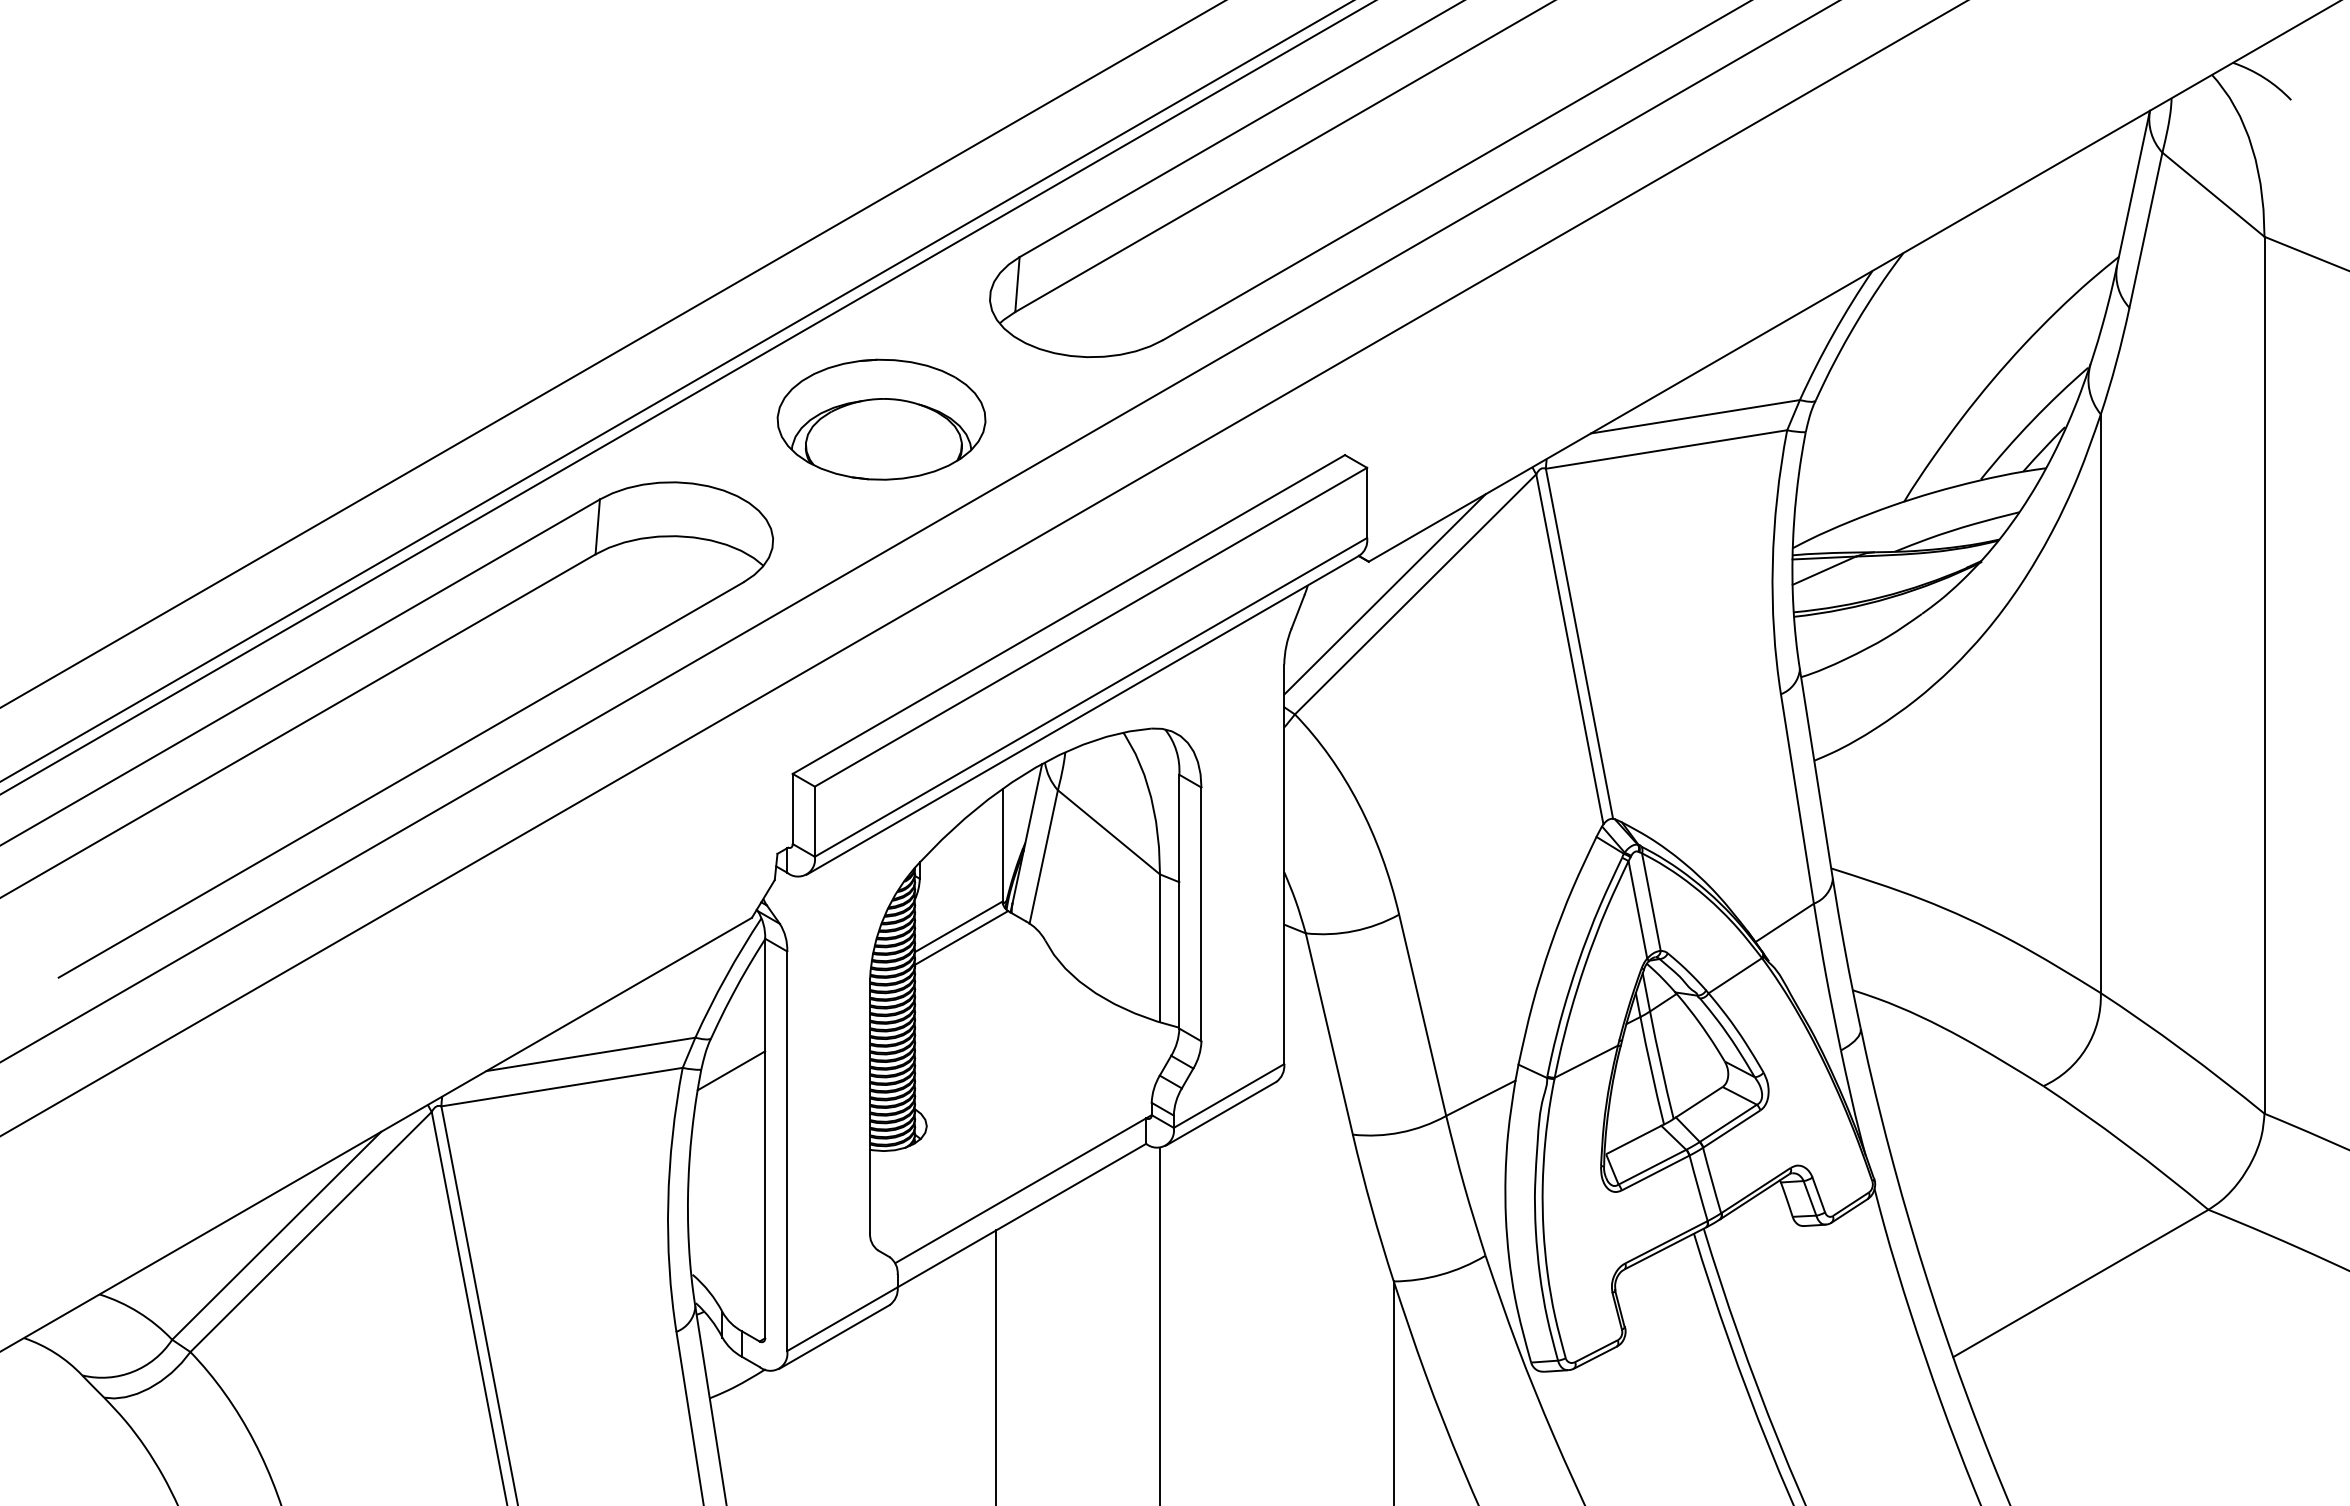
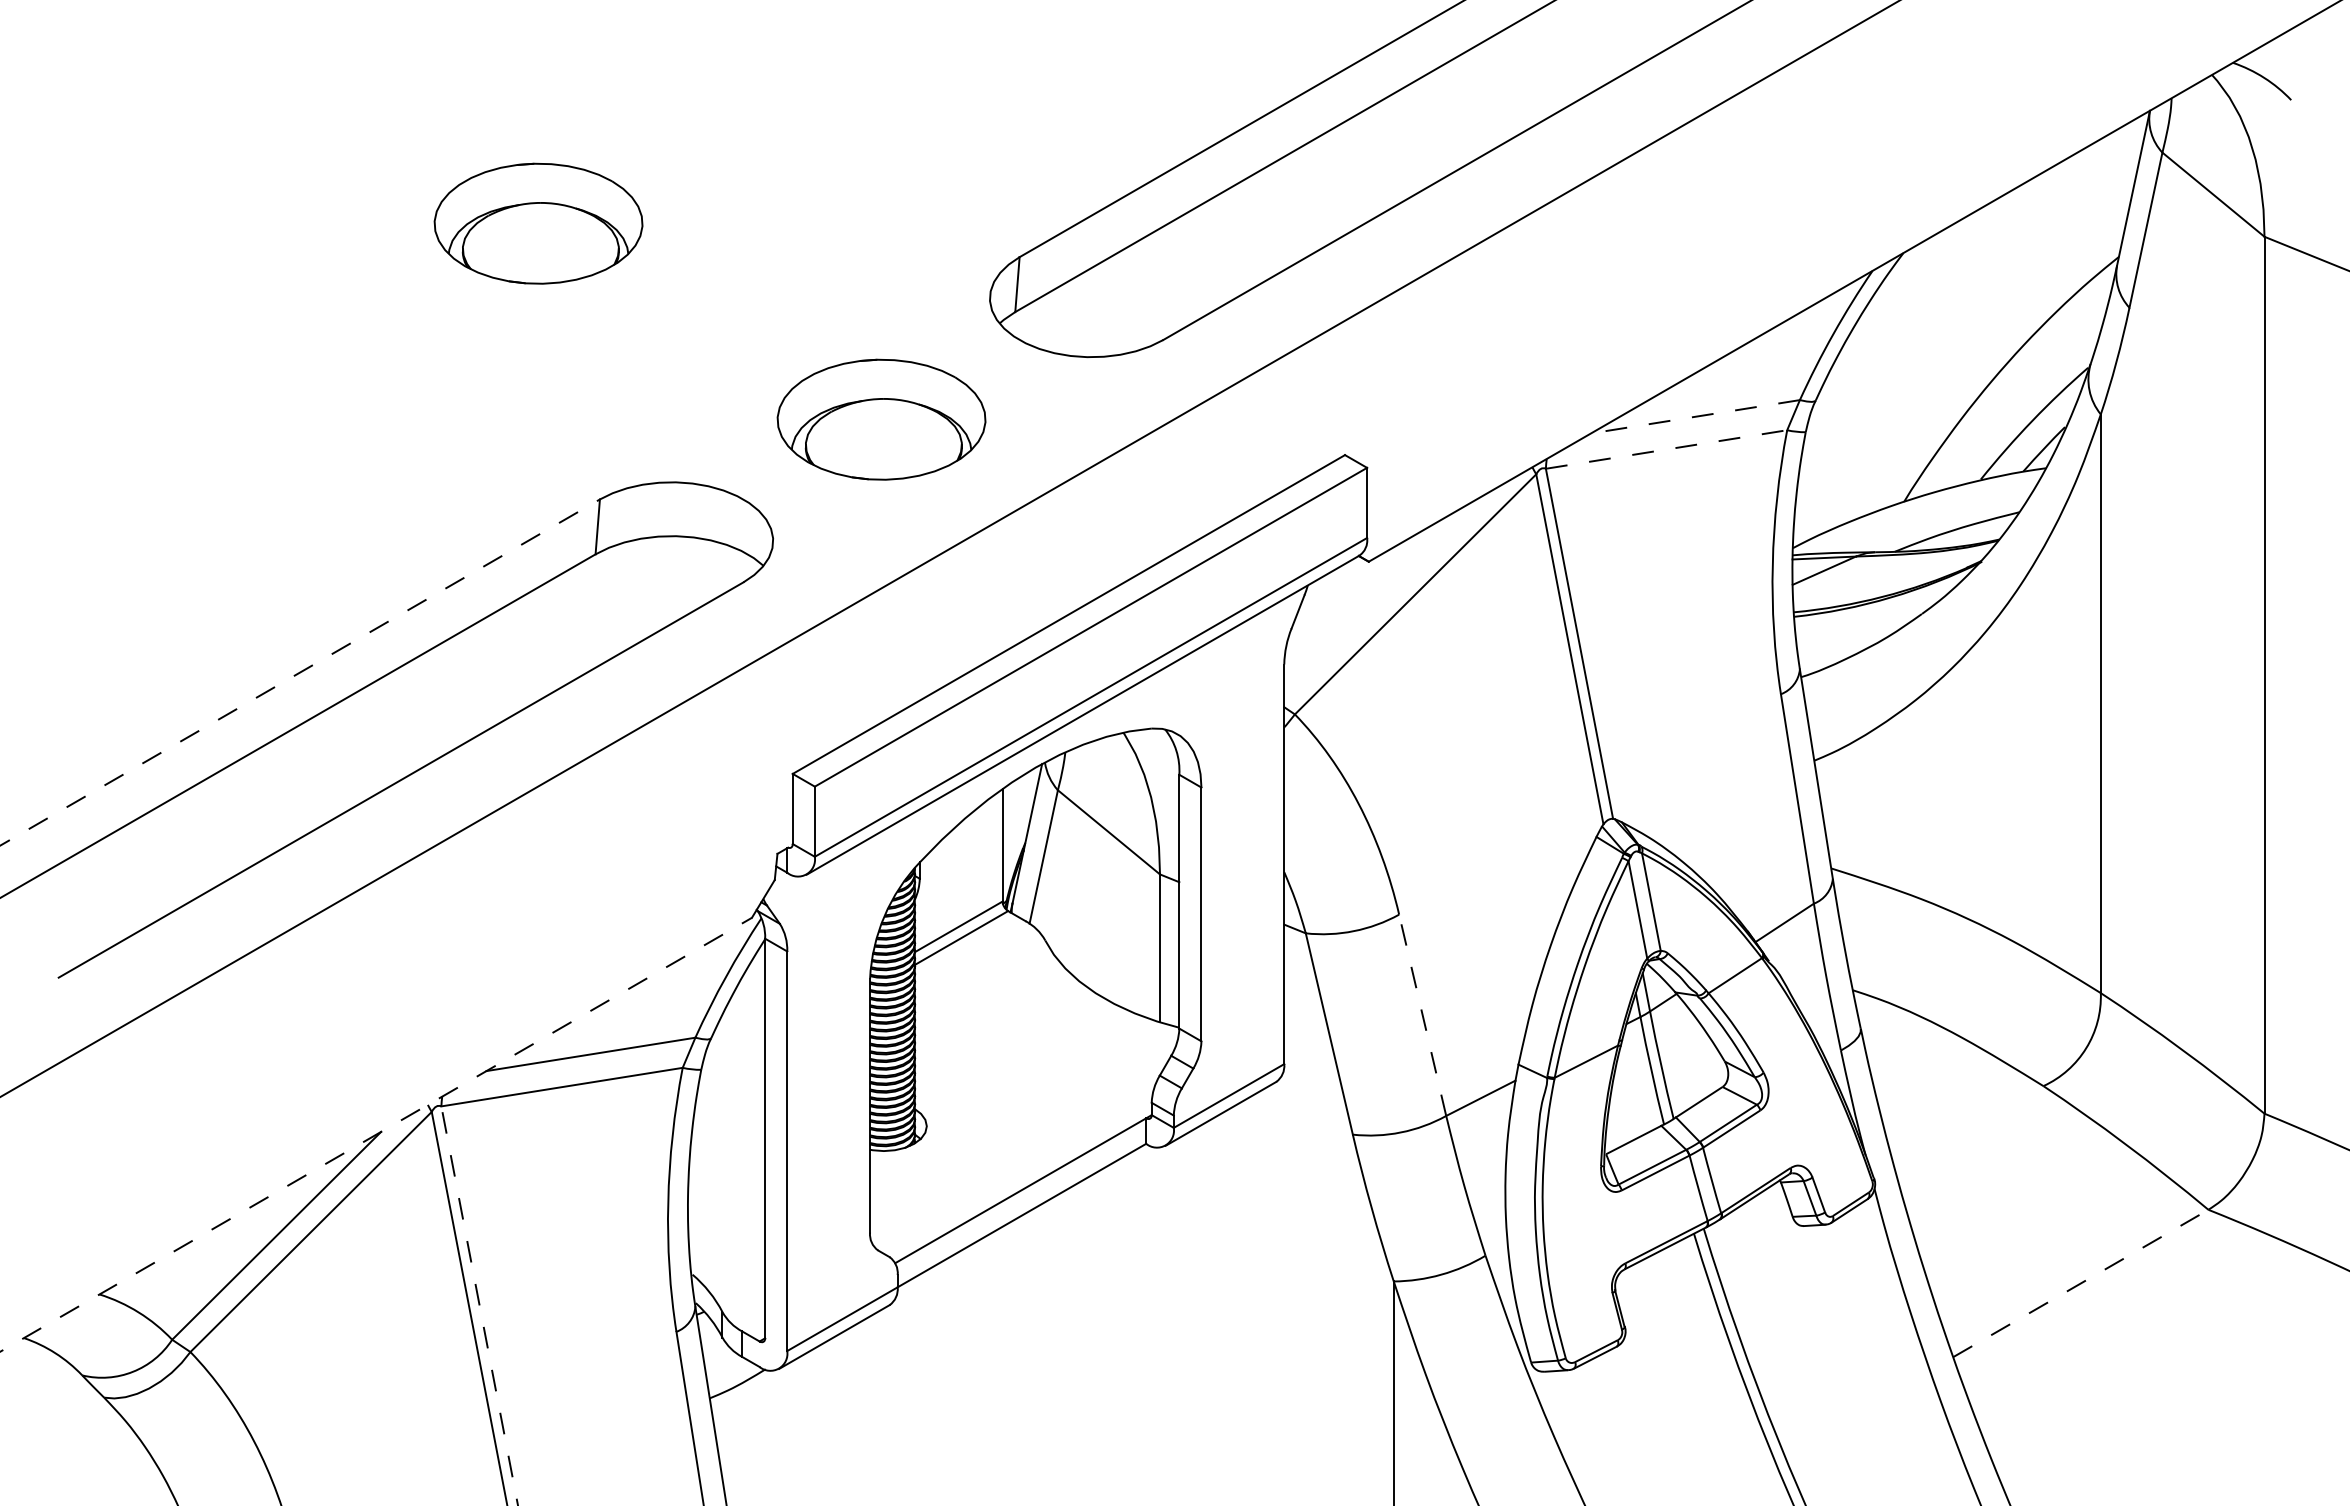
part at (538, 223): none -> present
line at (612, 354): present -> none
line at (676, 391): present -> none
line at (687, 397): present -> none
line at (1695, 416): solid -> dashed
line at (1667, 449): solid -> dashed
line at (919, 531) position: (919, 531) -> (949, 548)
line at (983, 568): present -> none
line at (1384, 594): present -> none
line at (300, 672): solid -> dashed
line at (1422, 1014): solid -> dashed
line at (731, 1070): present -> none
line at (376, 1134): solid -> dashed
line at (2081, 1283): solid -> dashed
line at (479, 1305): solid -> dashed
line at (1160, 1324): present -> none
line at (996, 1366): present -> none
